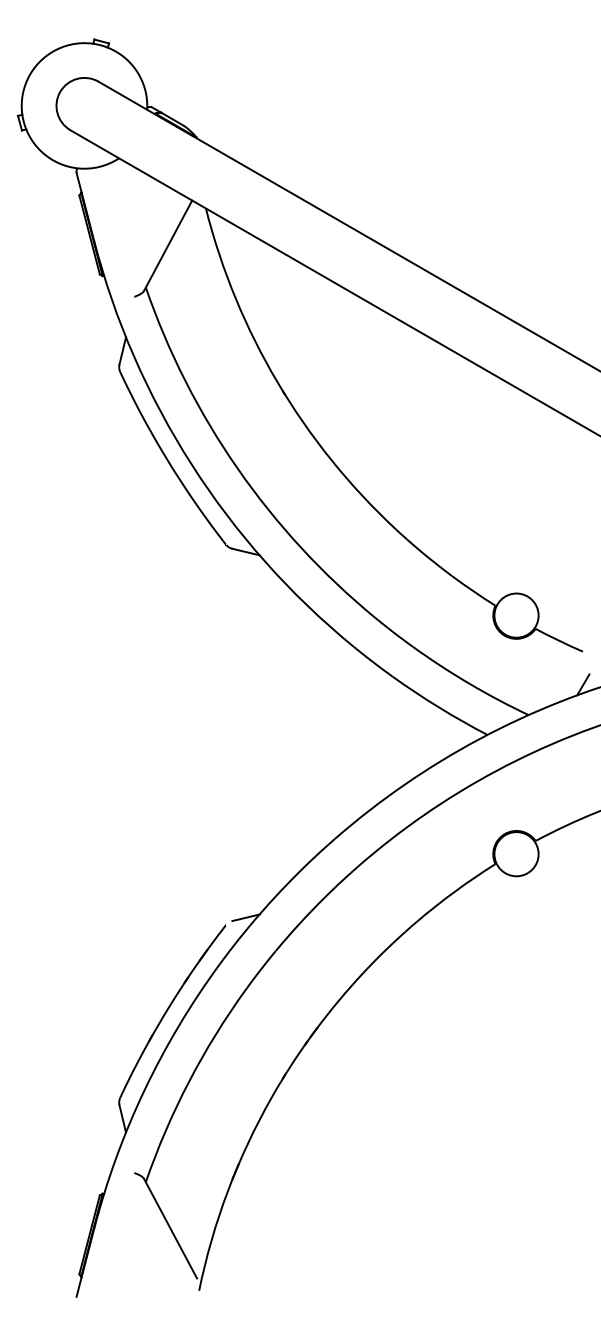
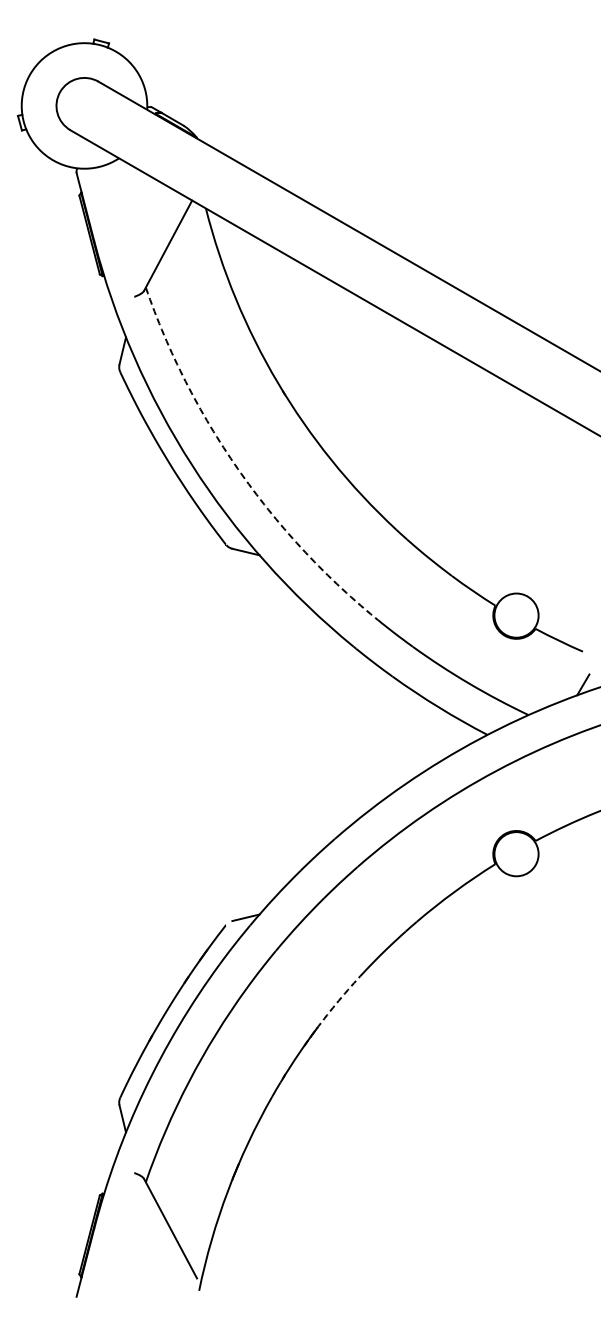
arc at (237, 468): solid -> dashed
arc at (338, 1000): solid -> dashed
